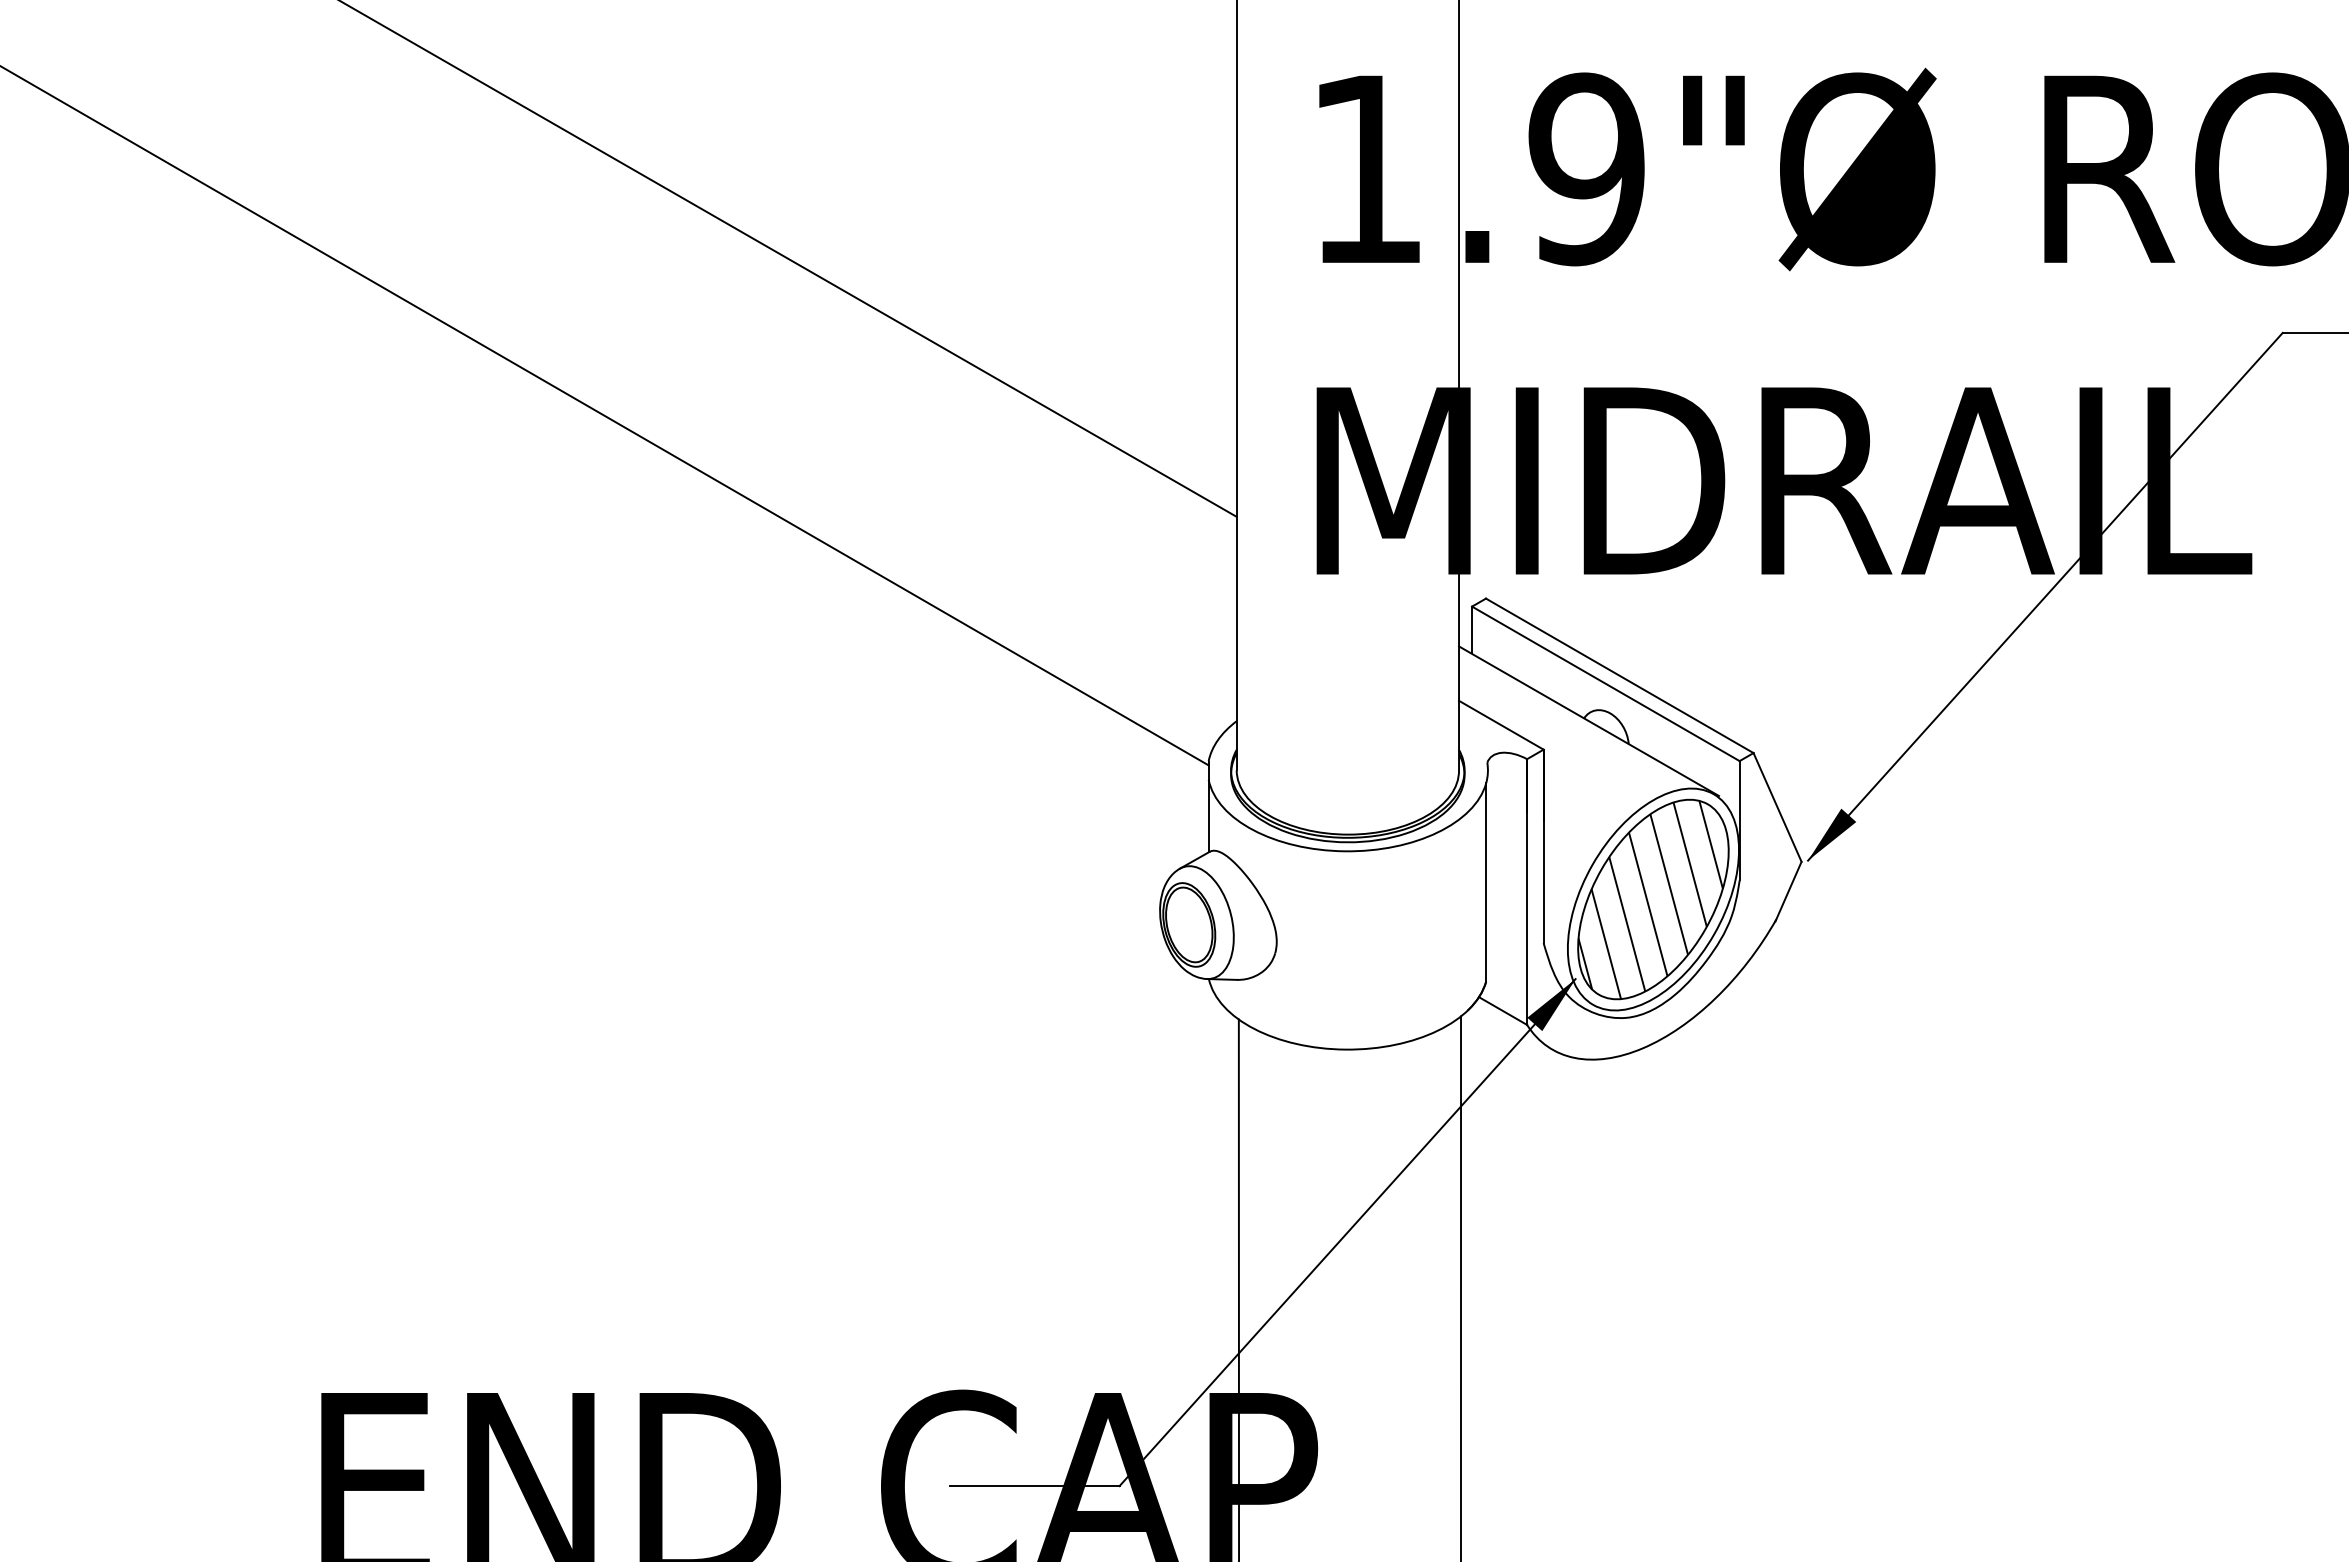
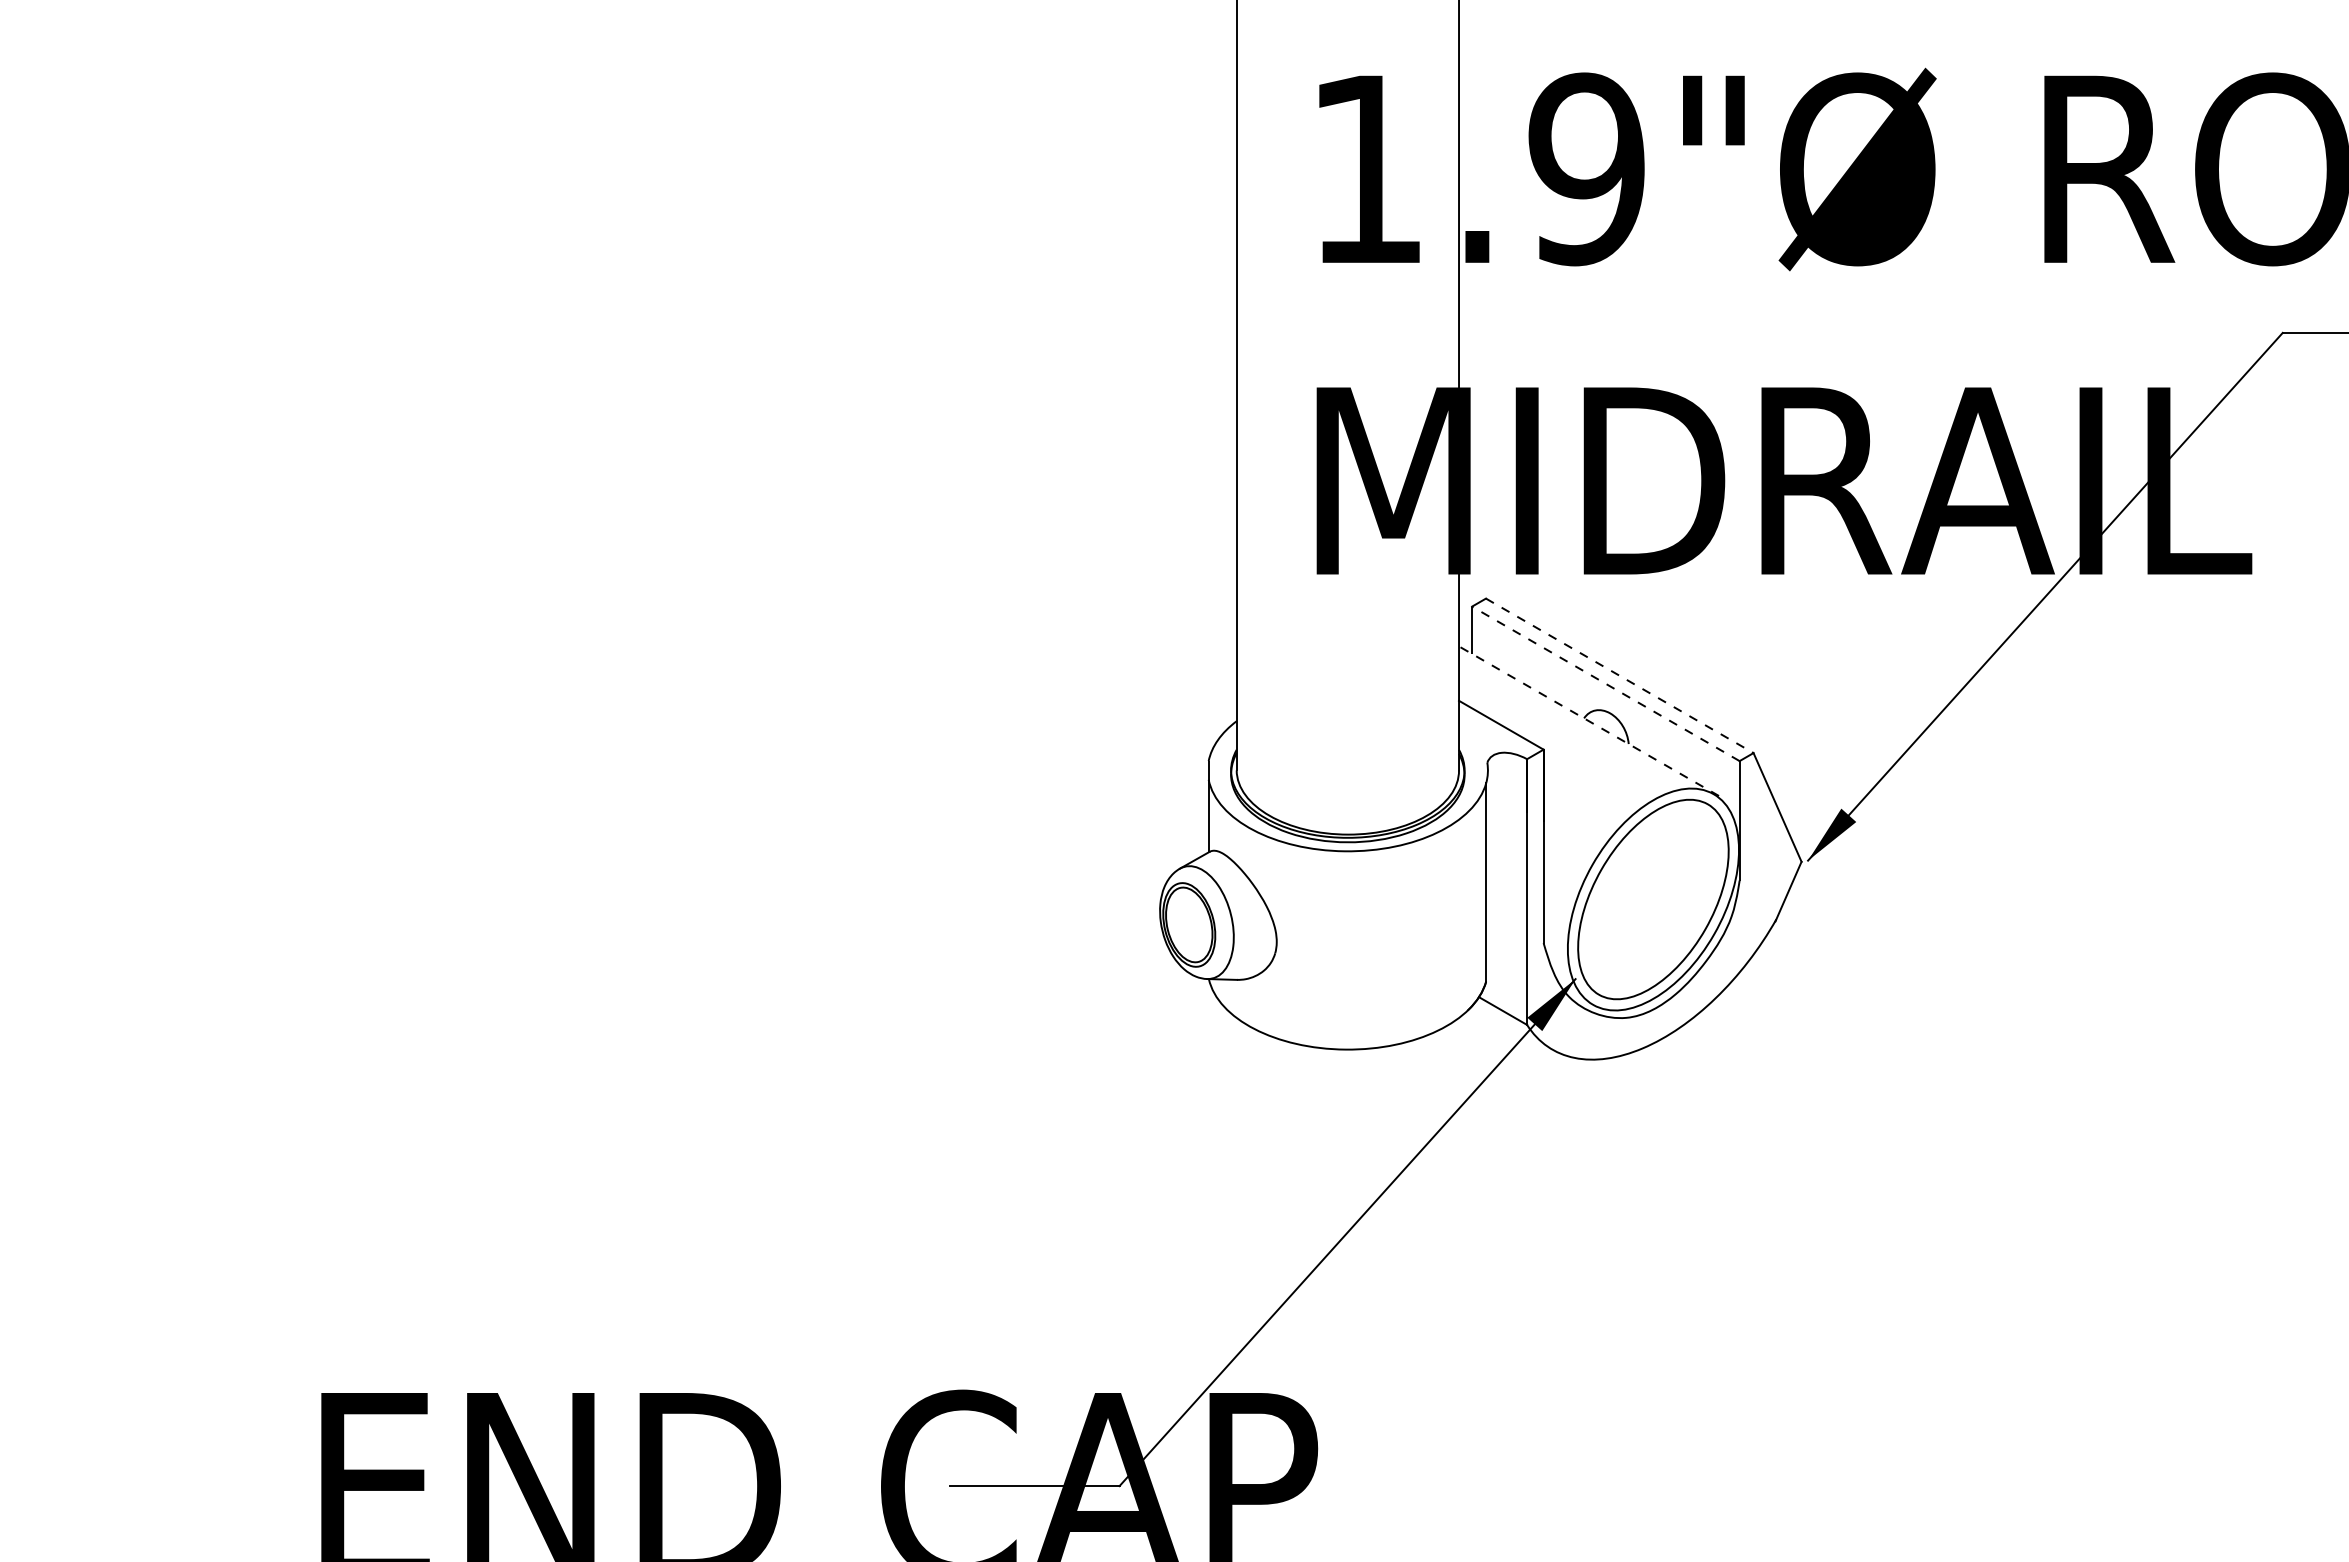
line at (789, 259): present -> none
line at (605, 416): present -> none
line at (1620, 676): solid -> dashed
line at (1605, 683): solid -> dashed
line at (1588, 721): solid -> dashed
hatch at (1650, 899): present -> none
line at (1460, 1287): present -> none
line at (1238, 1288): present -> none
